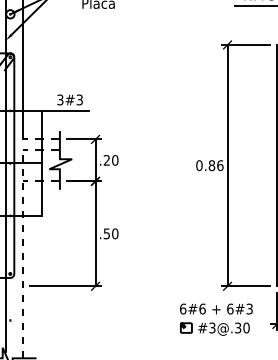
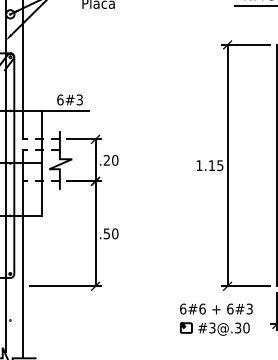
text at (60, 99): 3#3 -> 6#3
text at (209, 165): 0.86 -> 1.15
line at (22, 253): dashed -> solid
